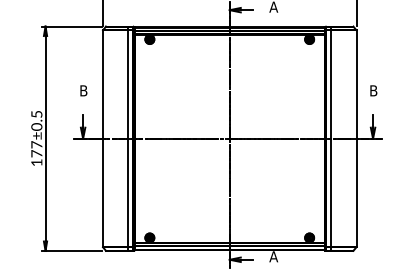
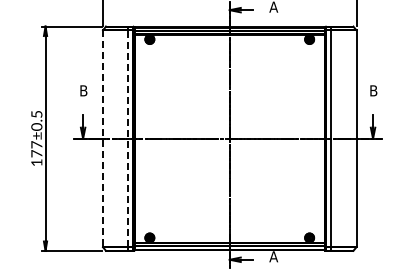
line at (128, 138): solid -> dashed
line at (102, 139): solid -> dashed
